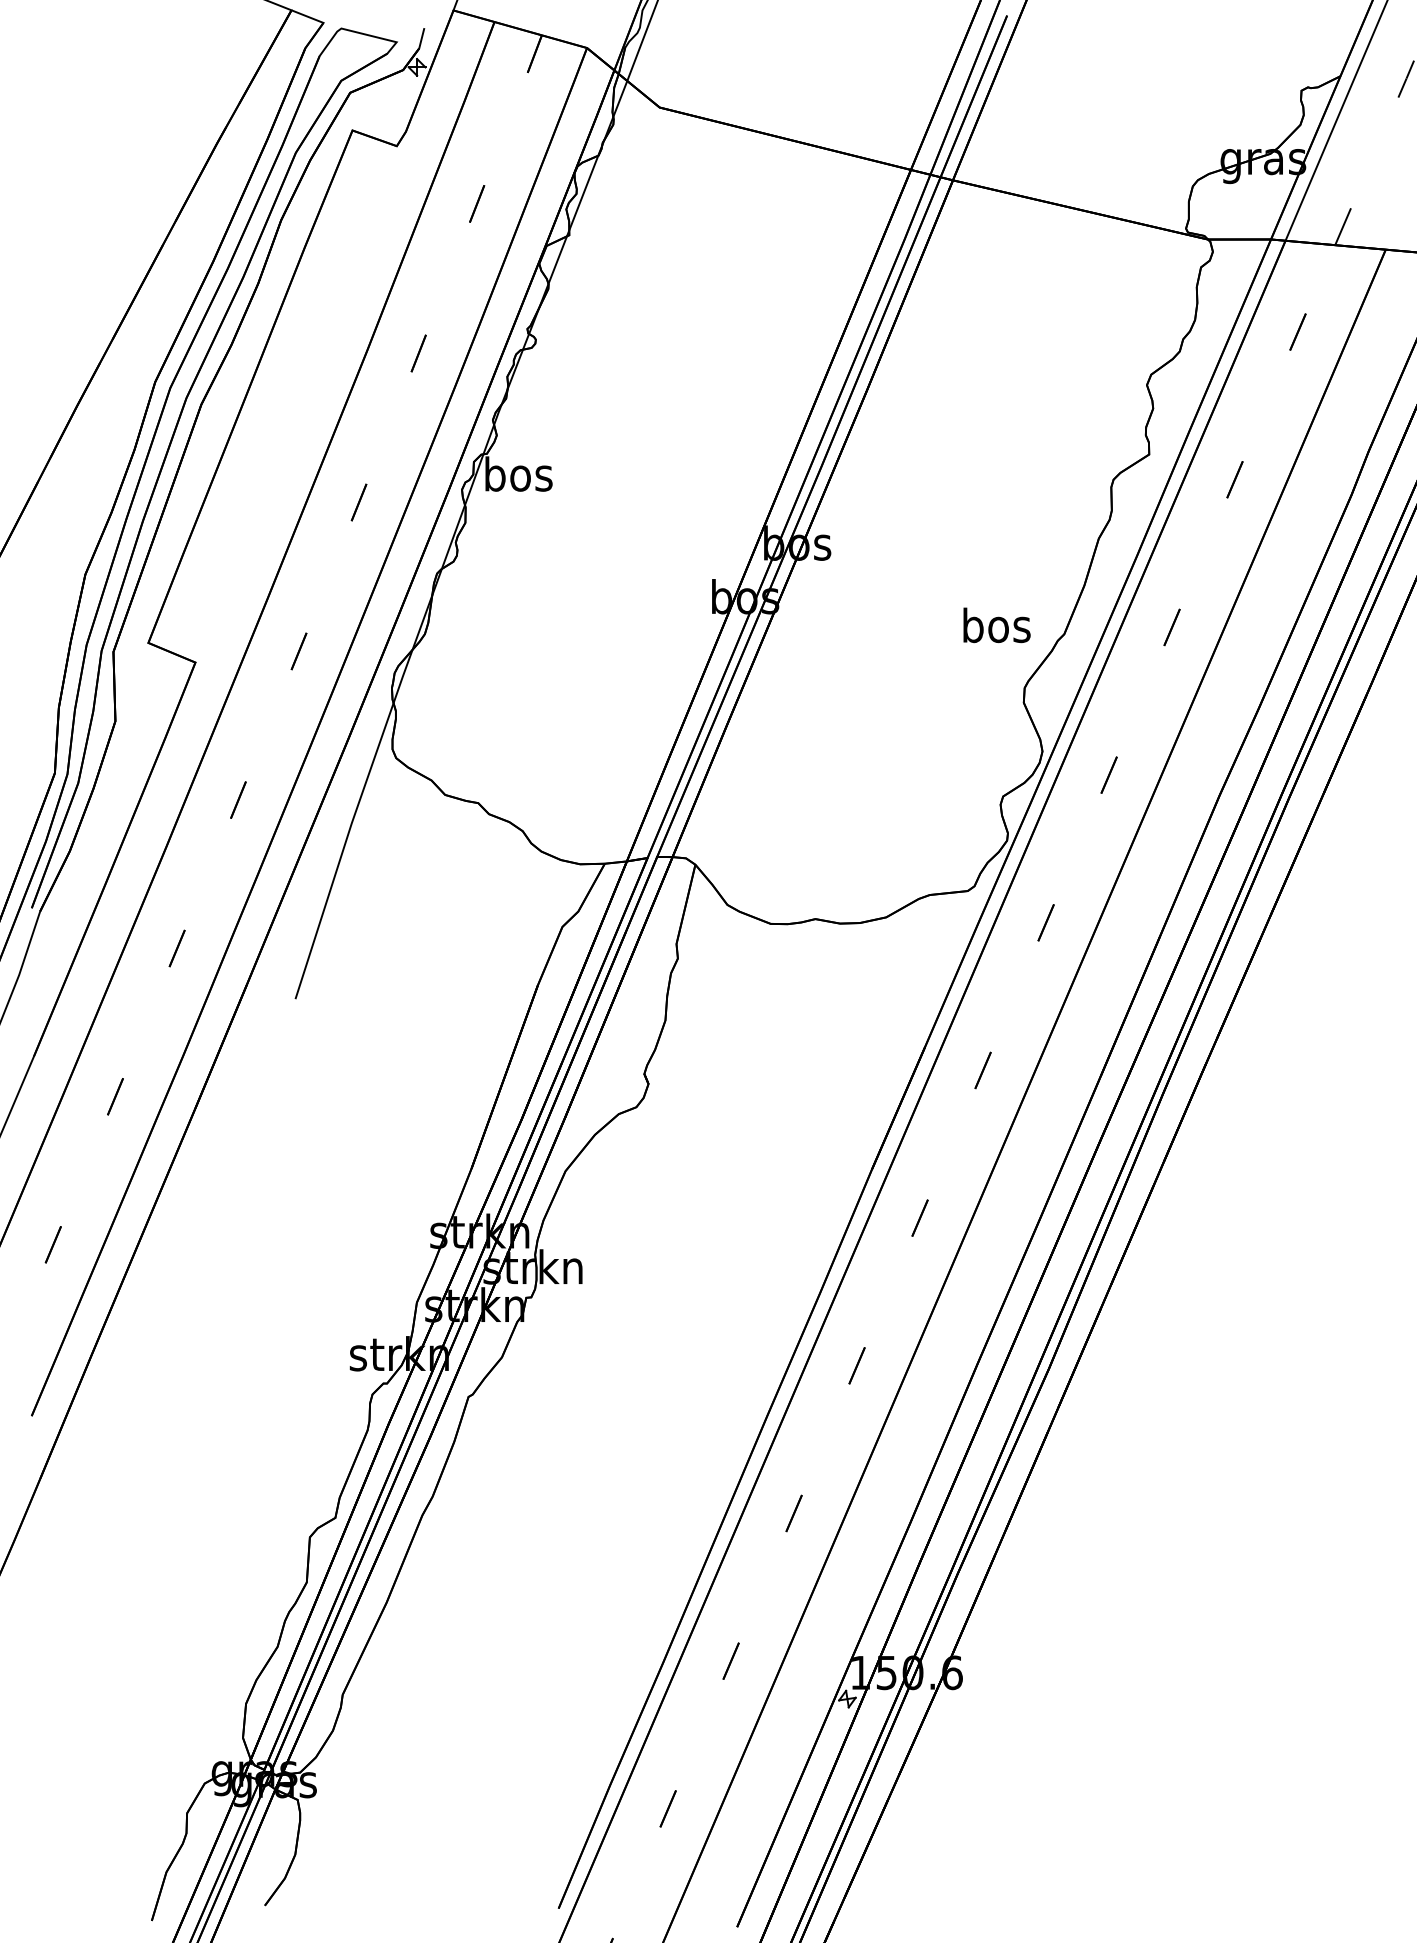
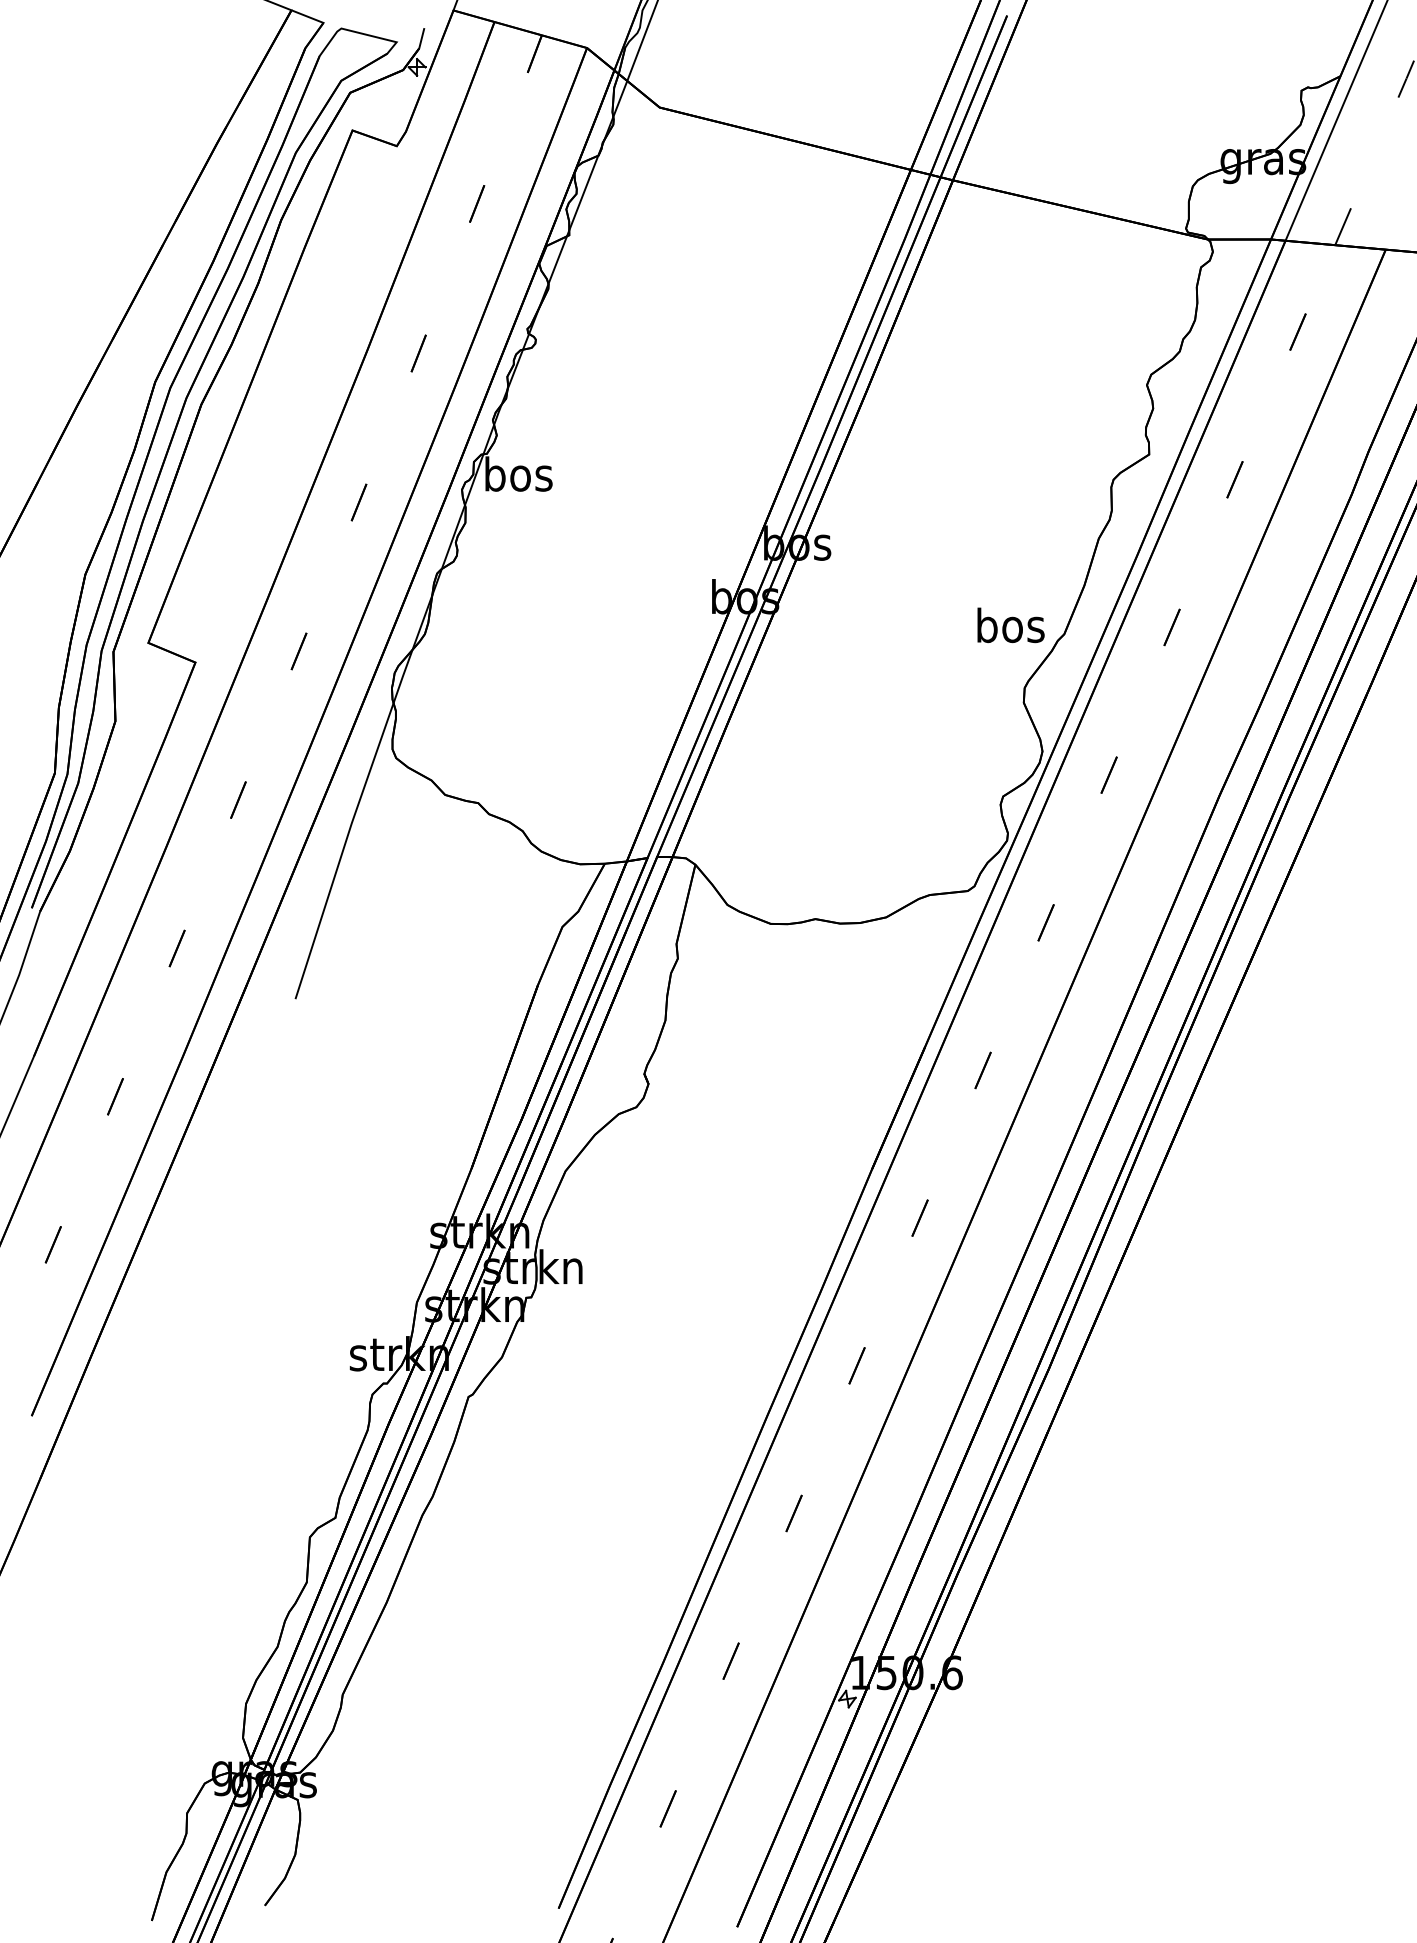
text at (996, 625) position: (996, 625) -> (1010, 625)
